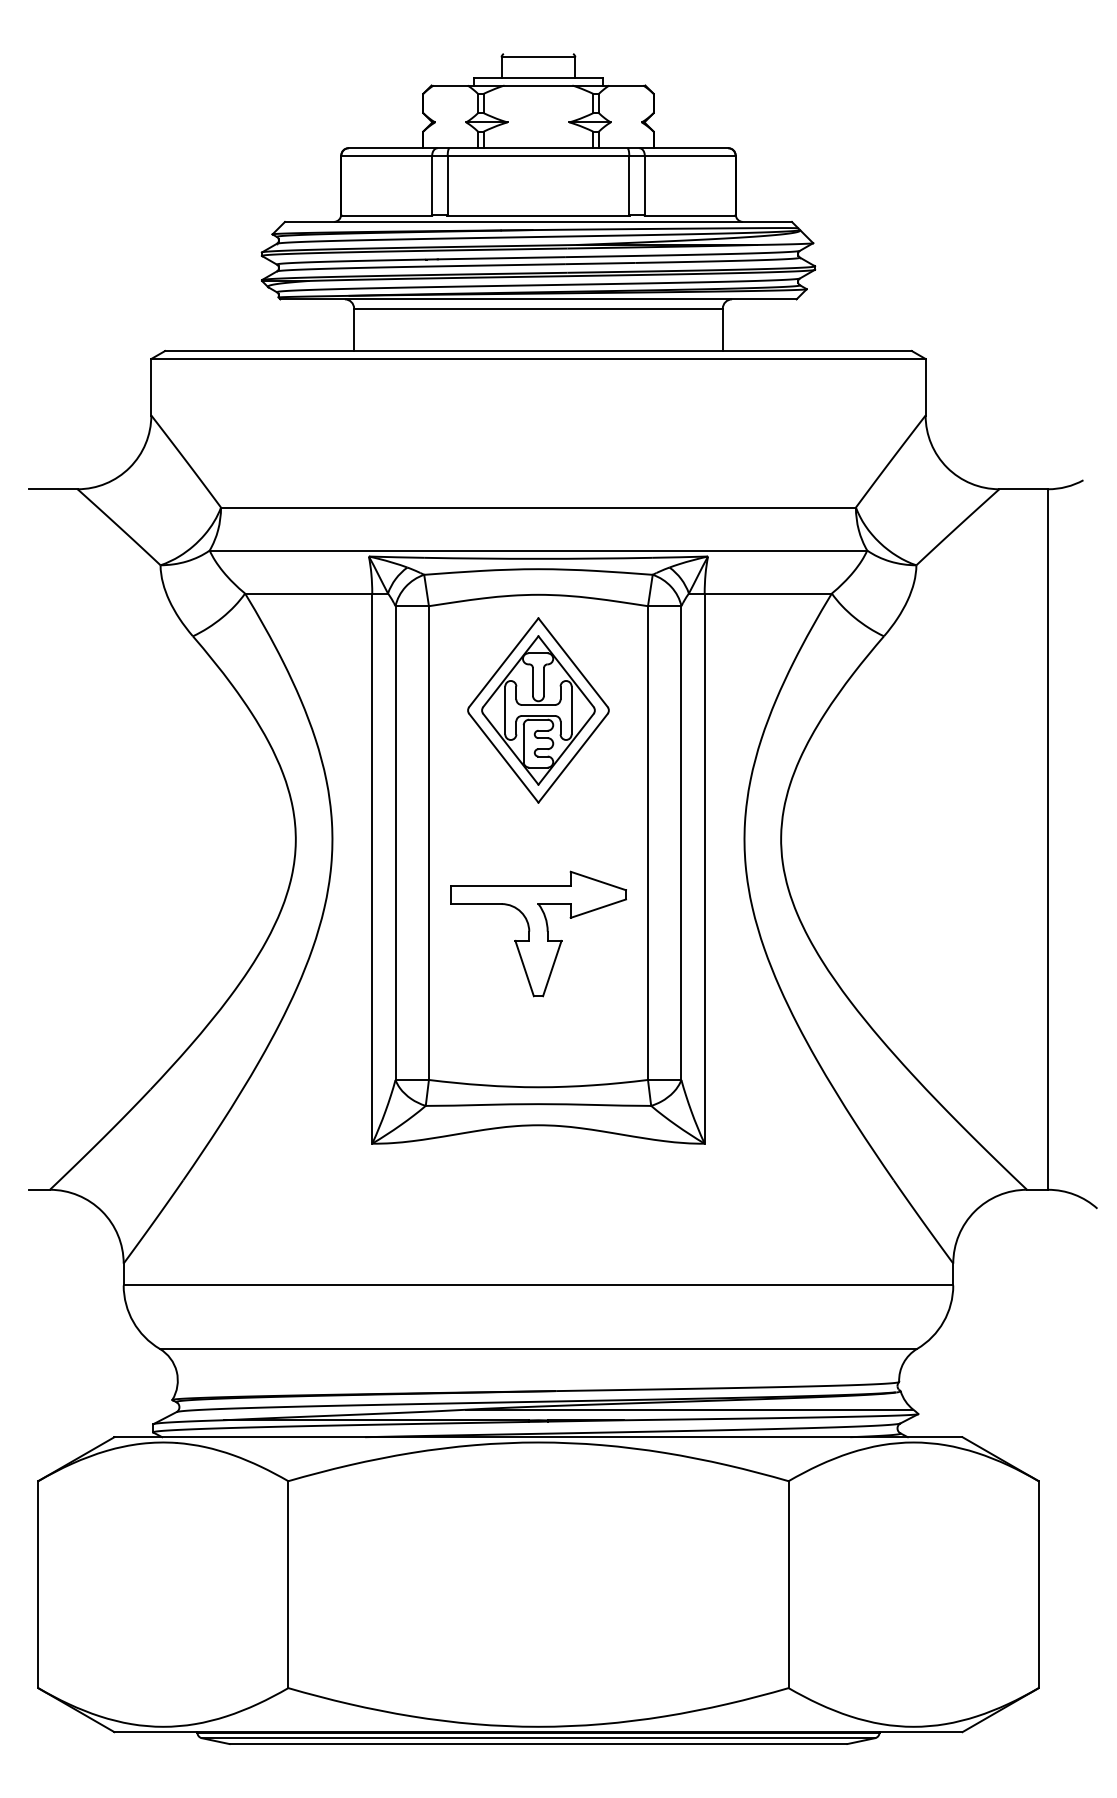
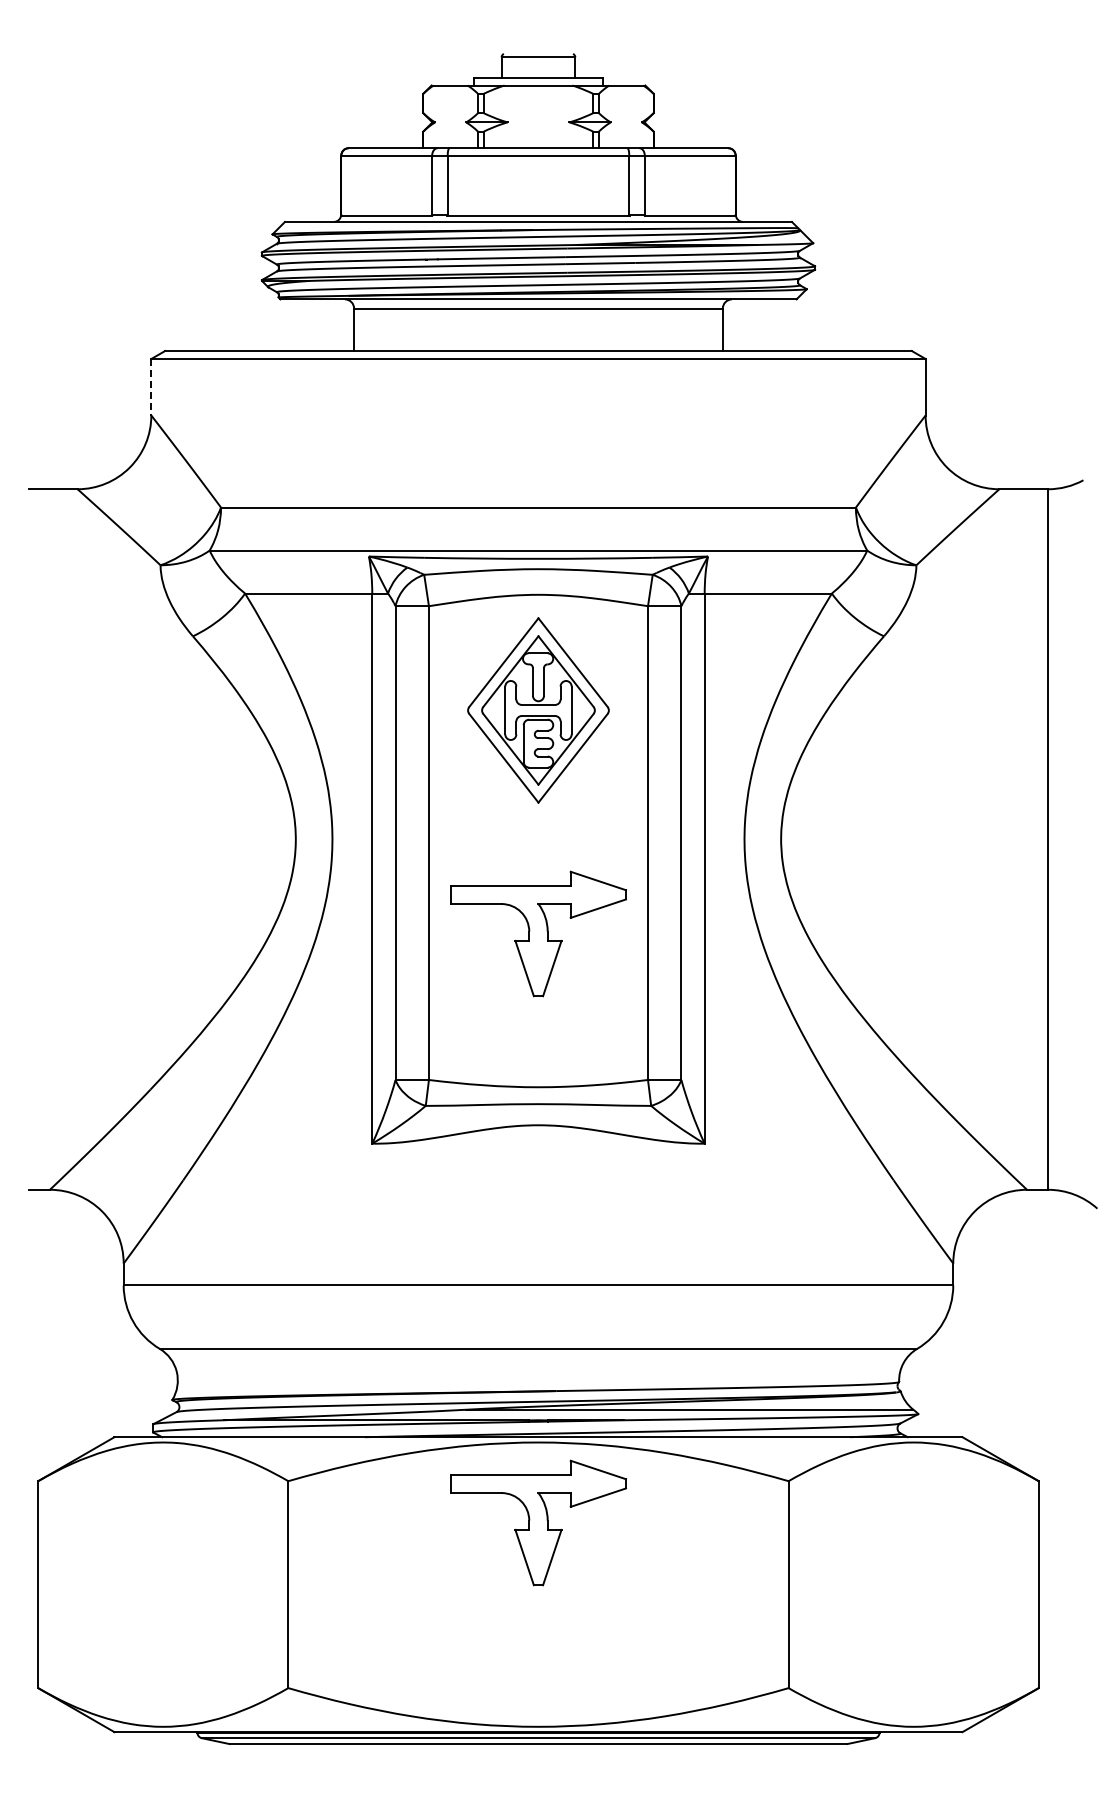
line at (151, 387): solid -> dashed
part at (538, 1522): none -> present
